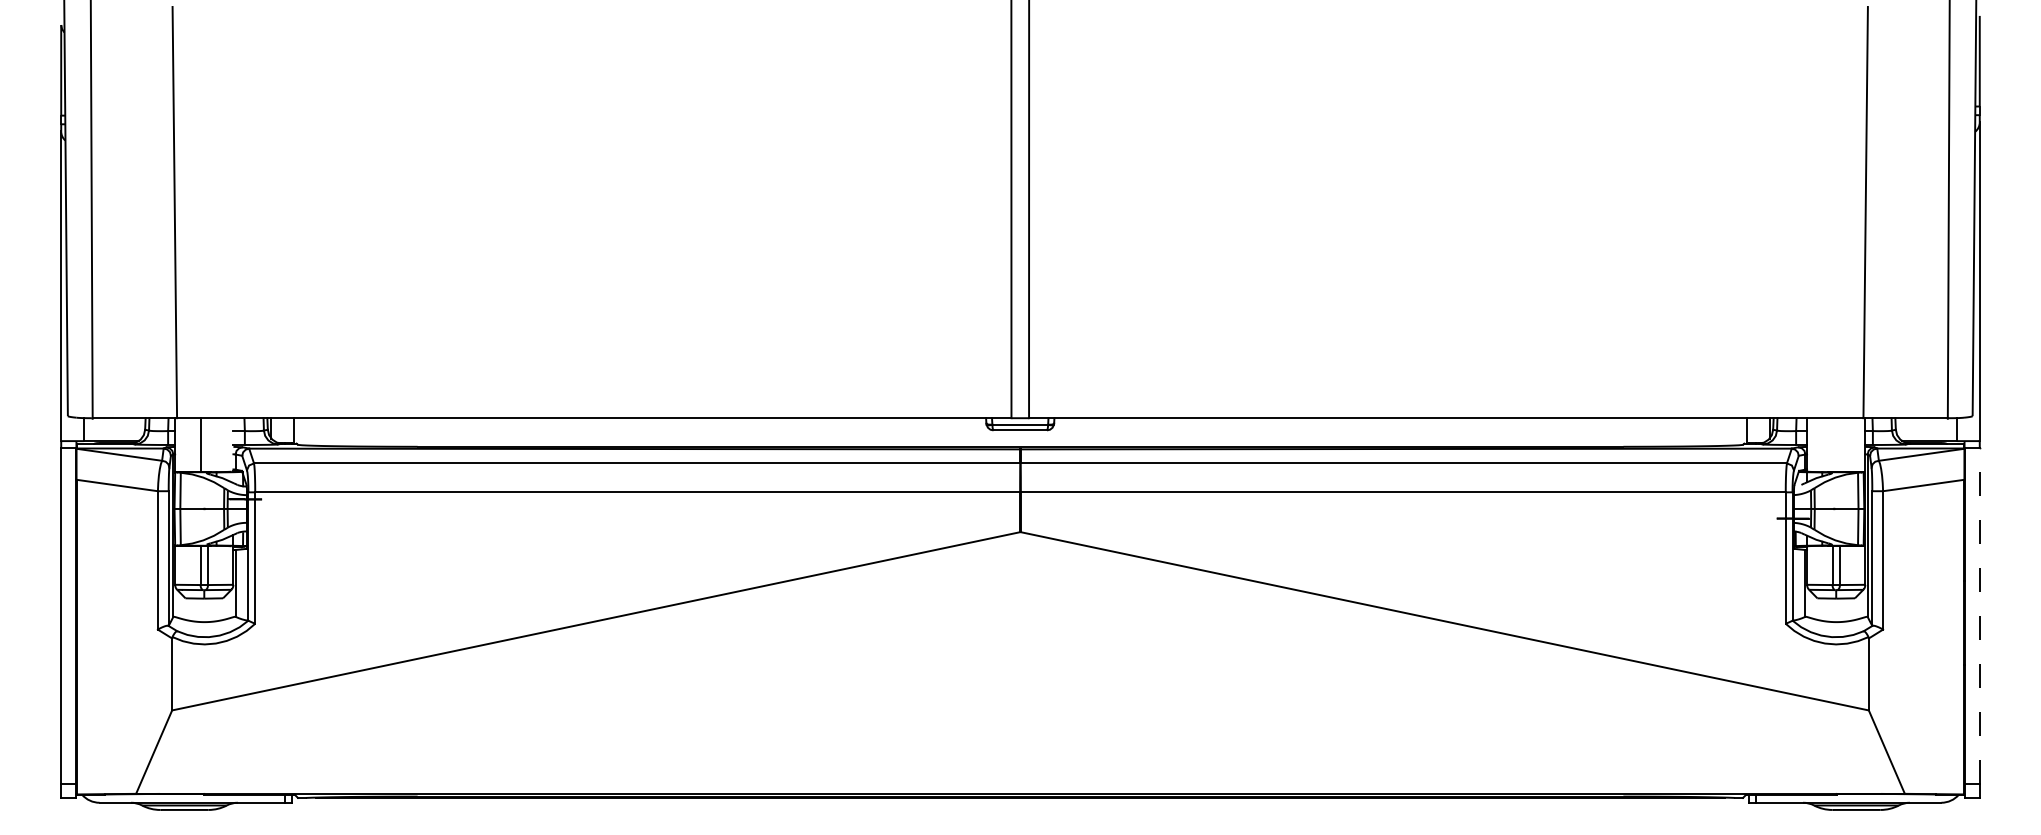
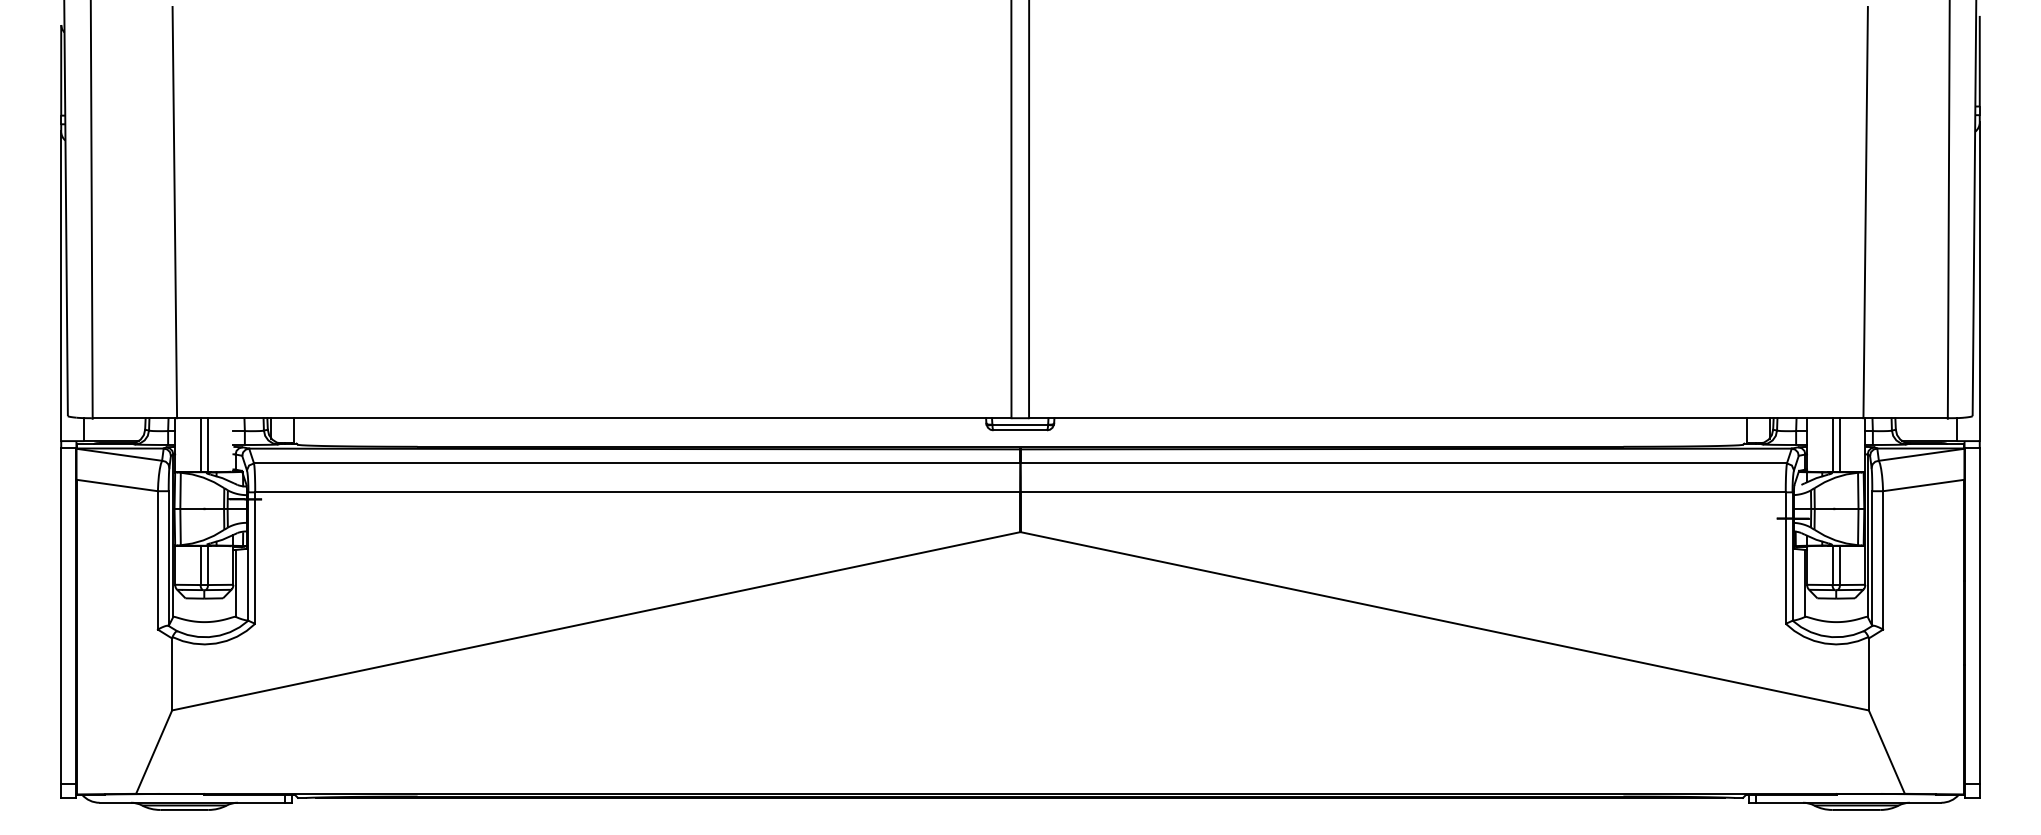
line at (208, 445): none -> present
line at (1832, 445): none -> present
line at (1839, 445): none -> present
line at (1979, 616): dashed -> solid
